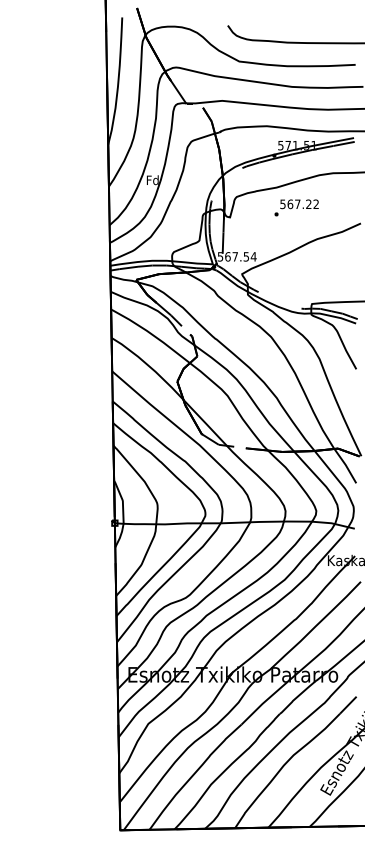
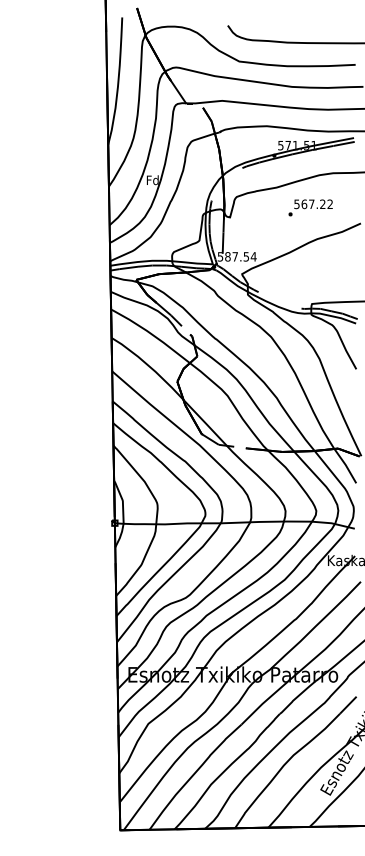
text at (296, 207) position: (296, 207) -> (310, 207)
text at (227, 256): 567.54 -> 587.54
